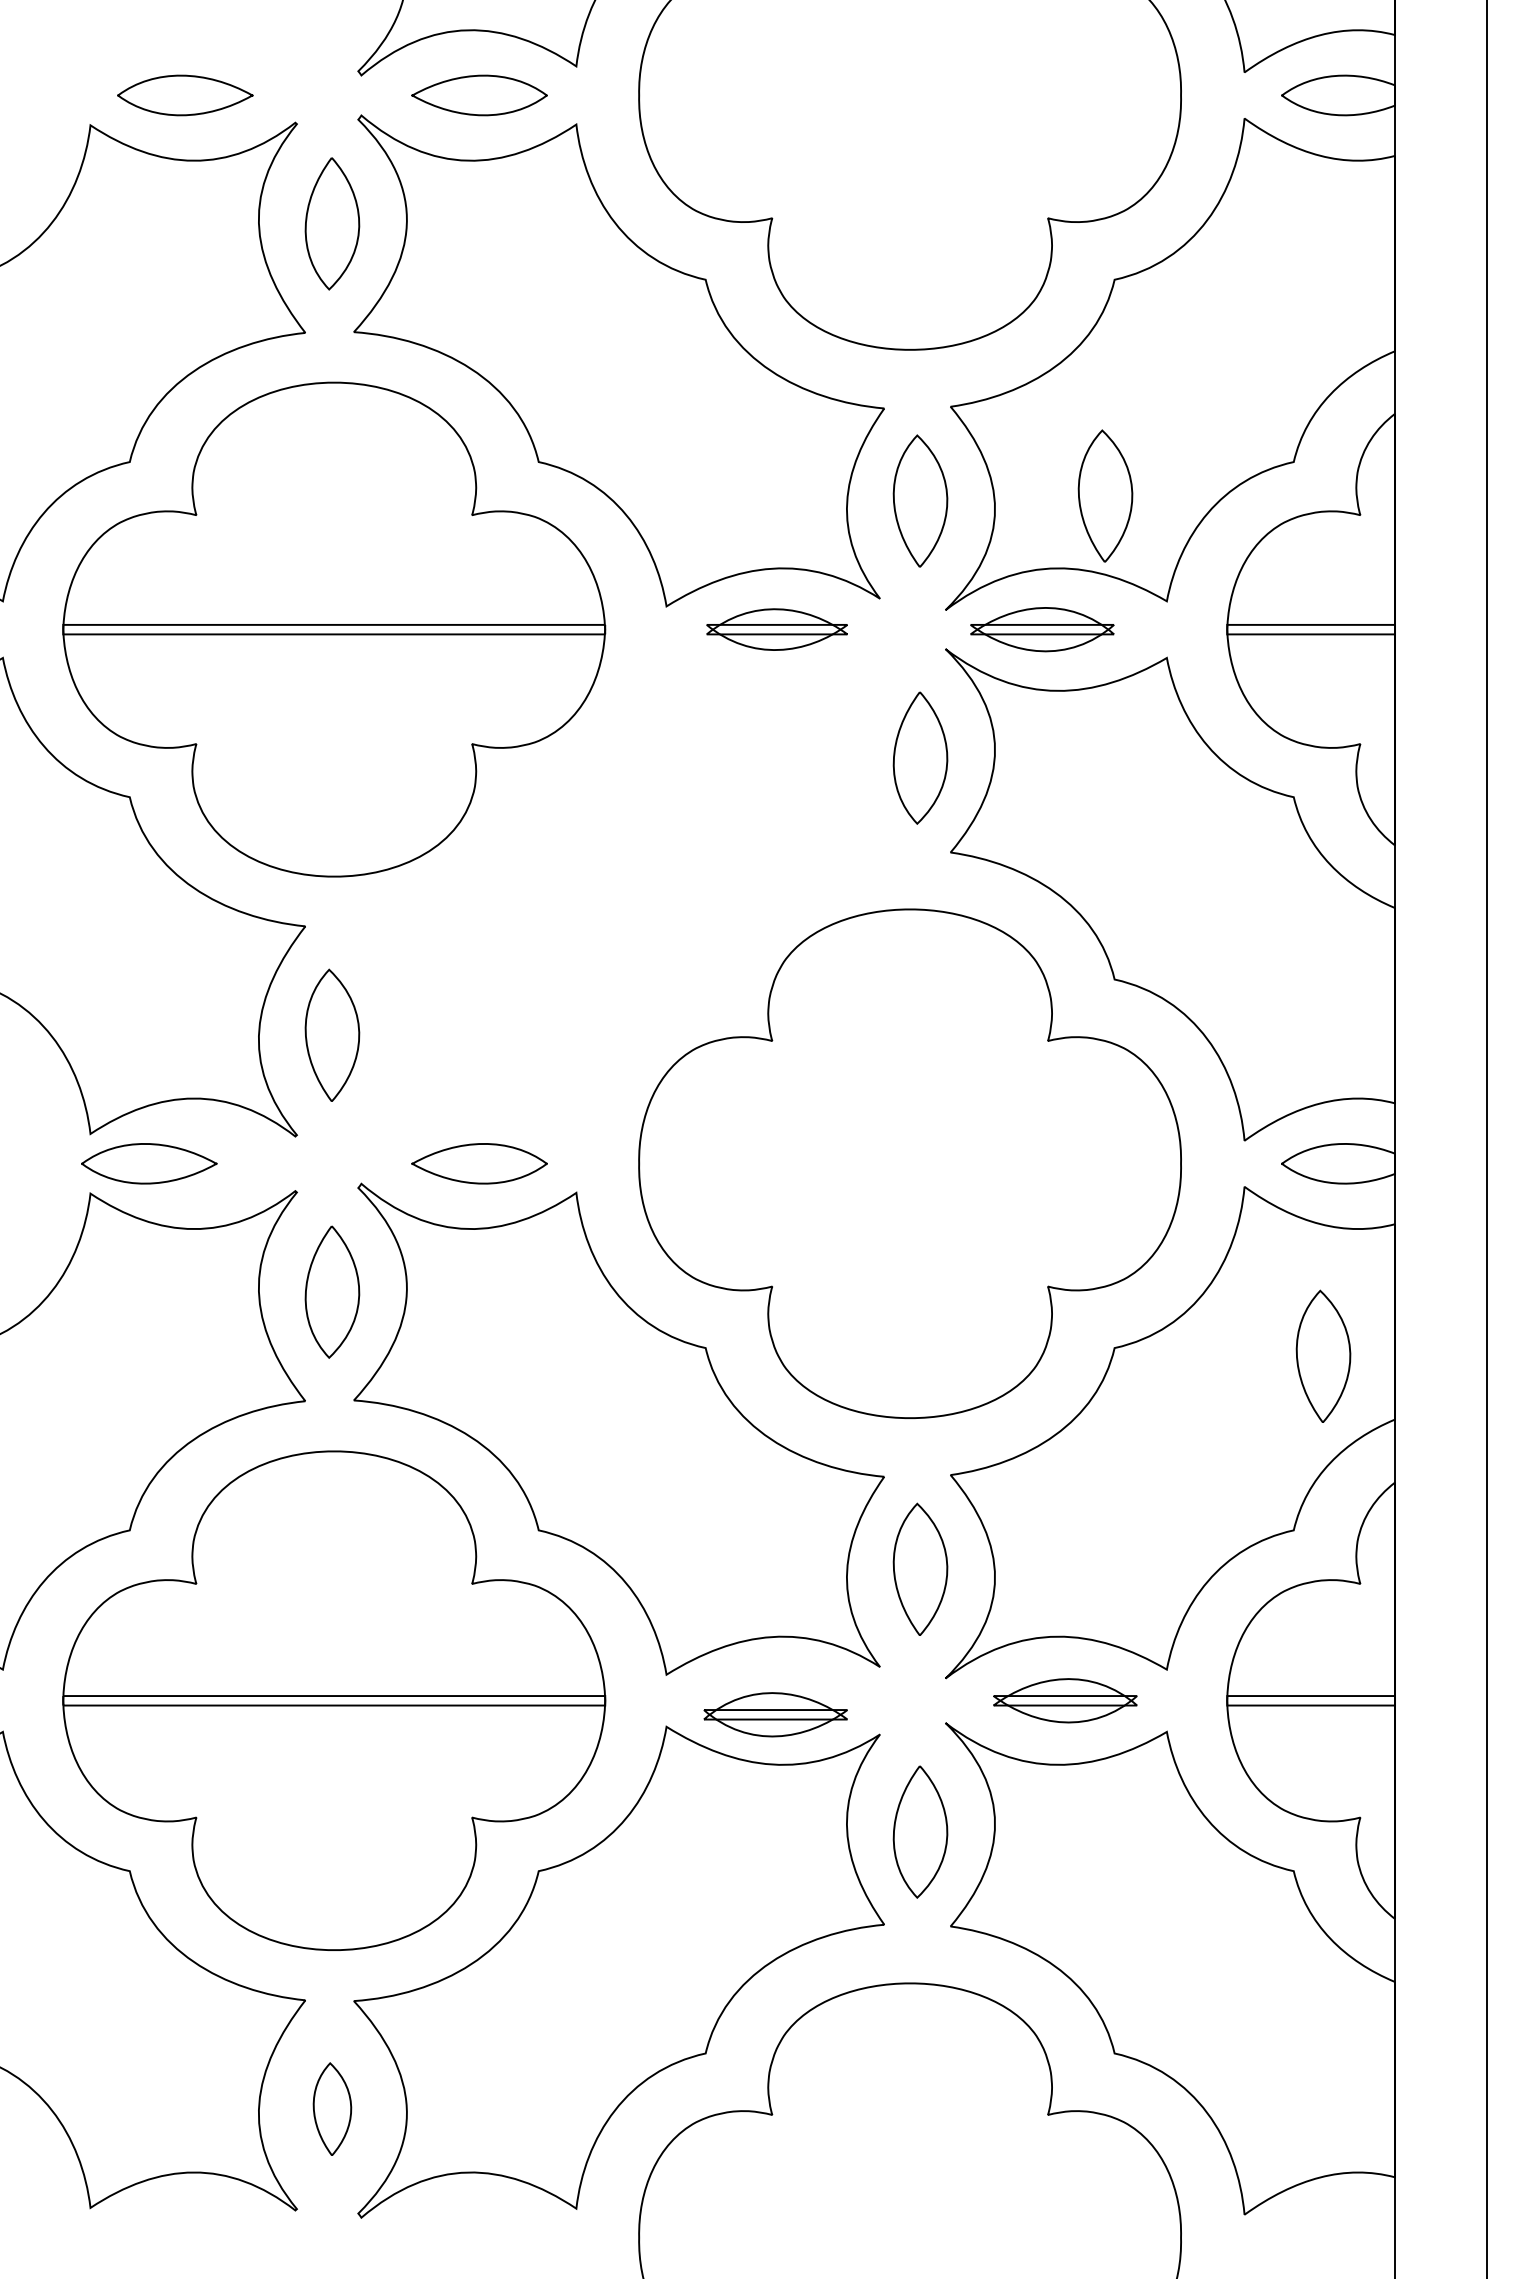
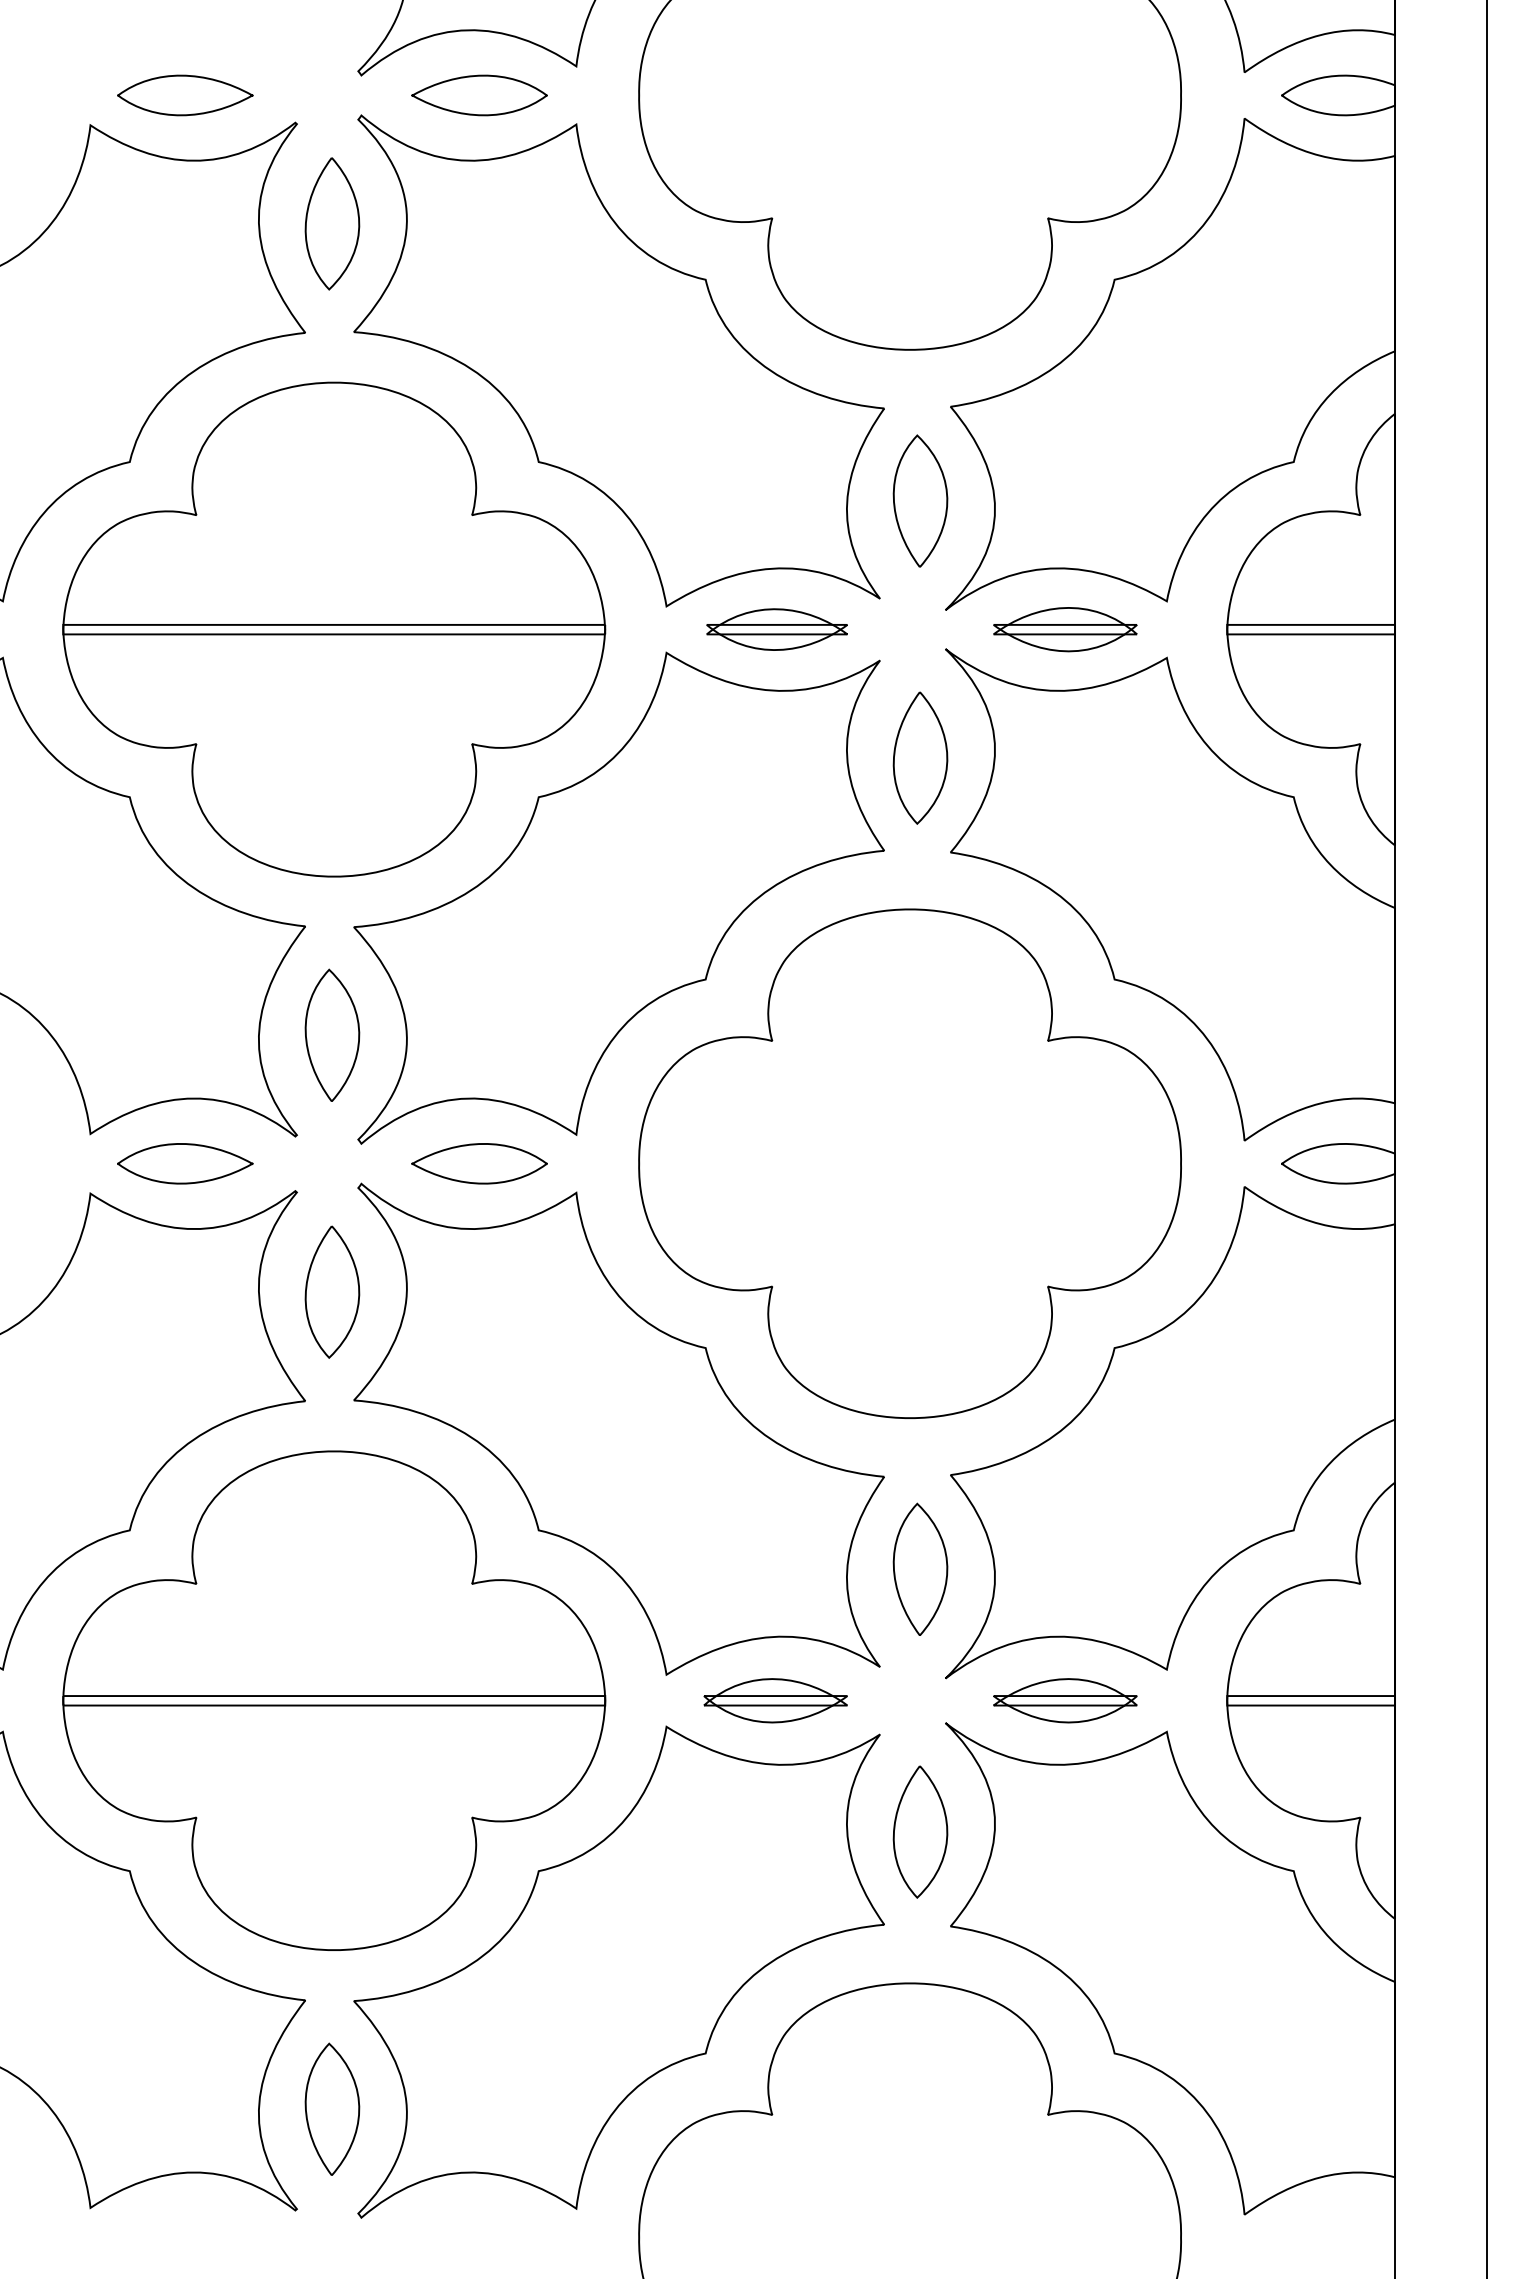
part at (1105, 495): present -> none
part at (1042, 629) position: (1042, 629) -> (1065, 629)
part at (618, 897): none -> present
part at (149, 1163) position: (149, 1163) -> (185, 1163)
part at (1323, 1355): present -> none
part at (775, 1714) position: (775, 1714) -> (775, 1700)
part at (332, 2108) size: 41x94 px -> 57x134 px
